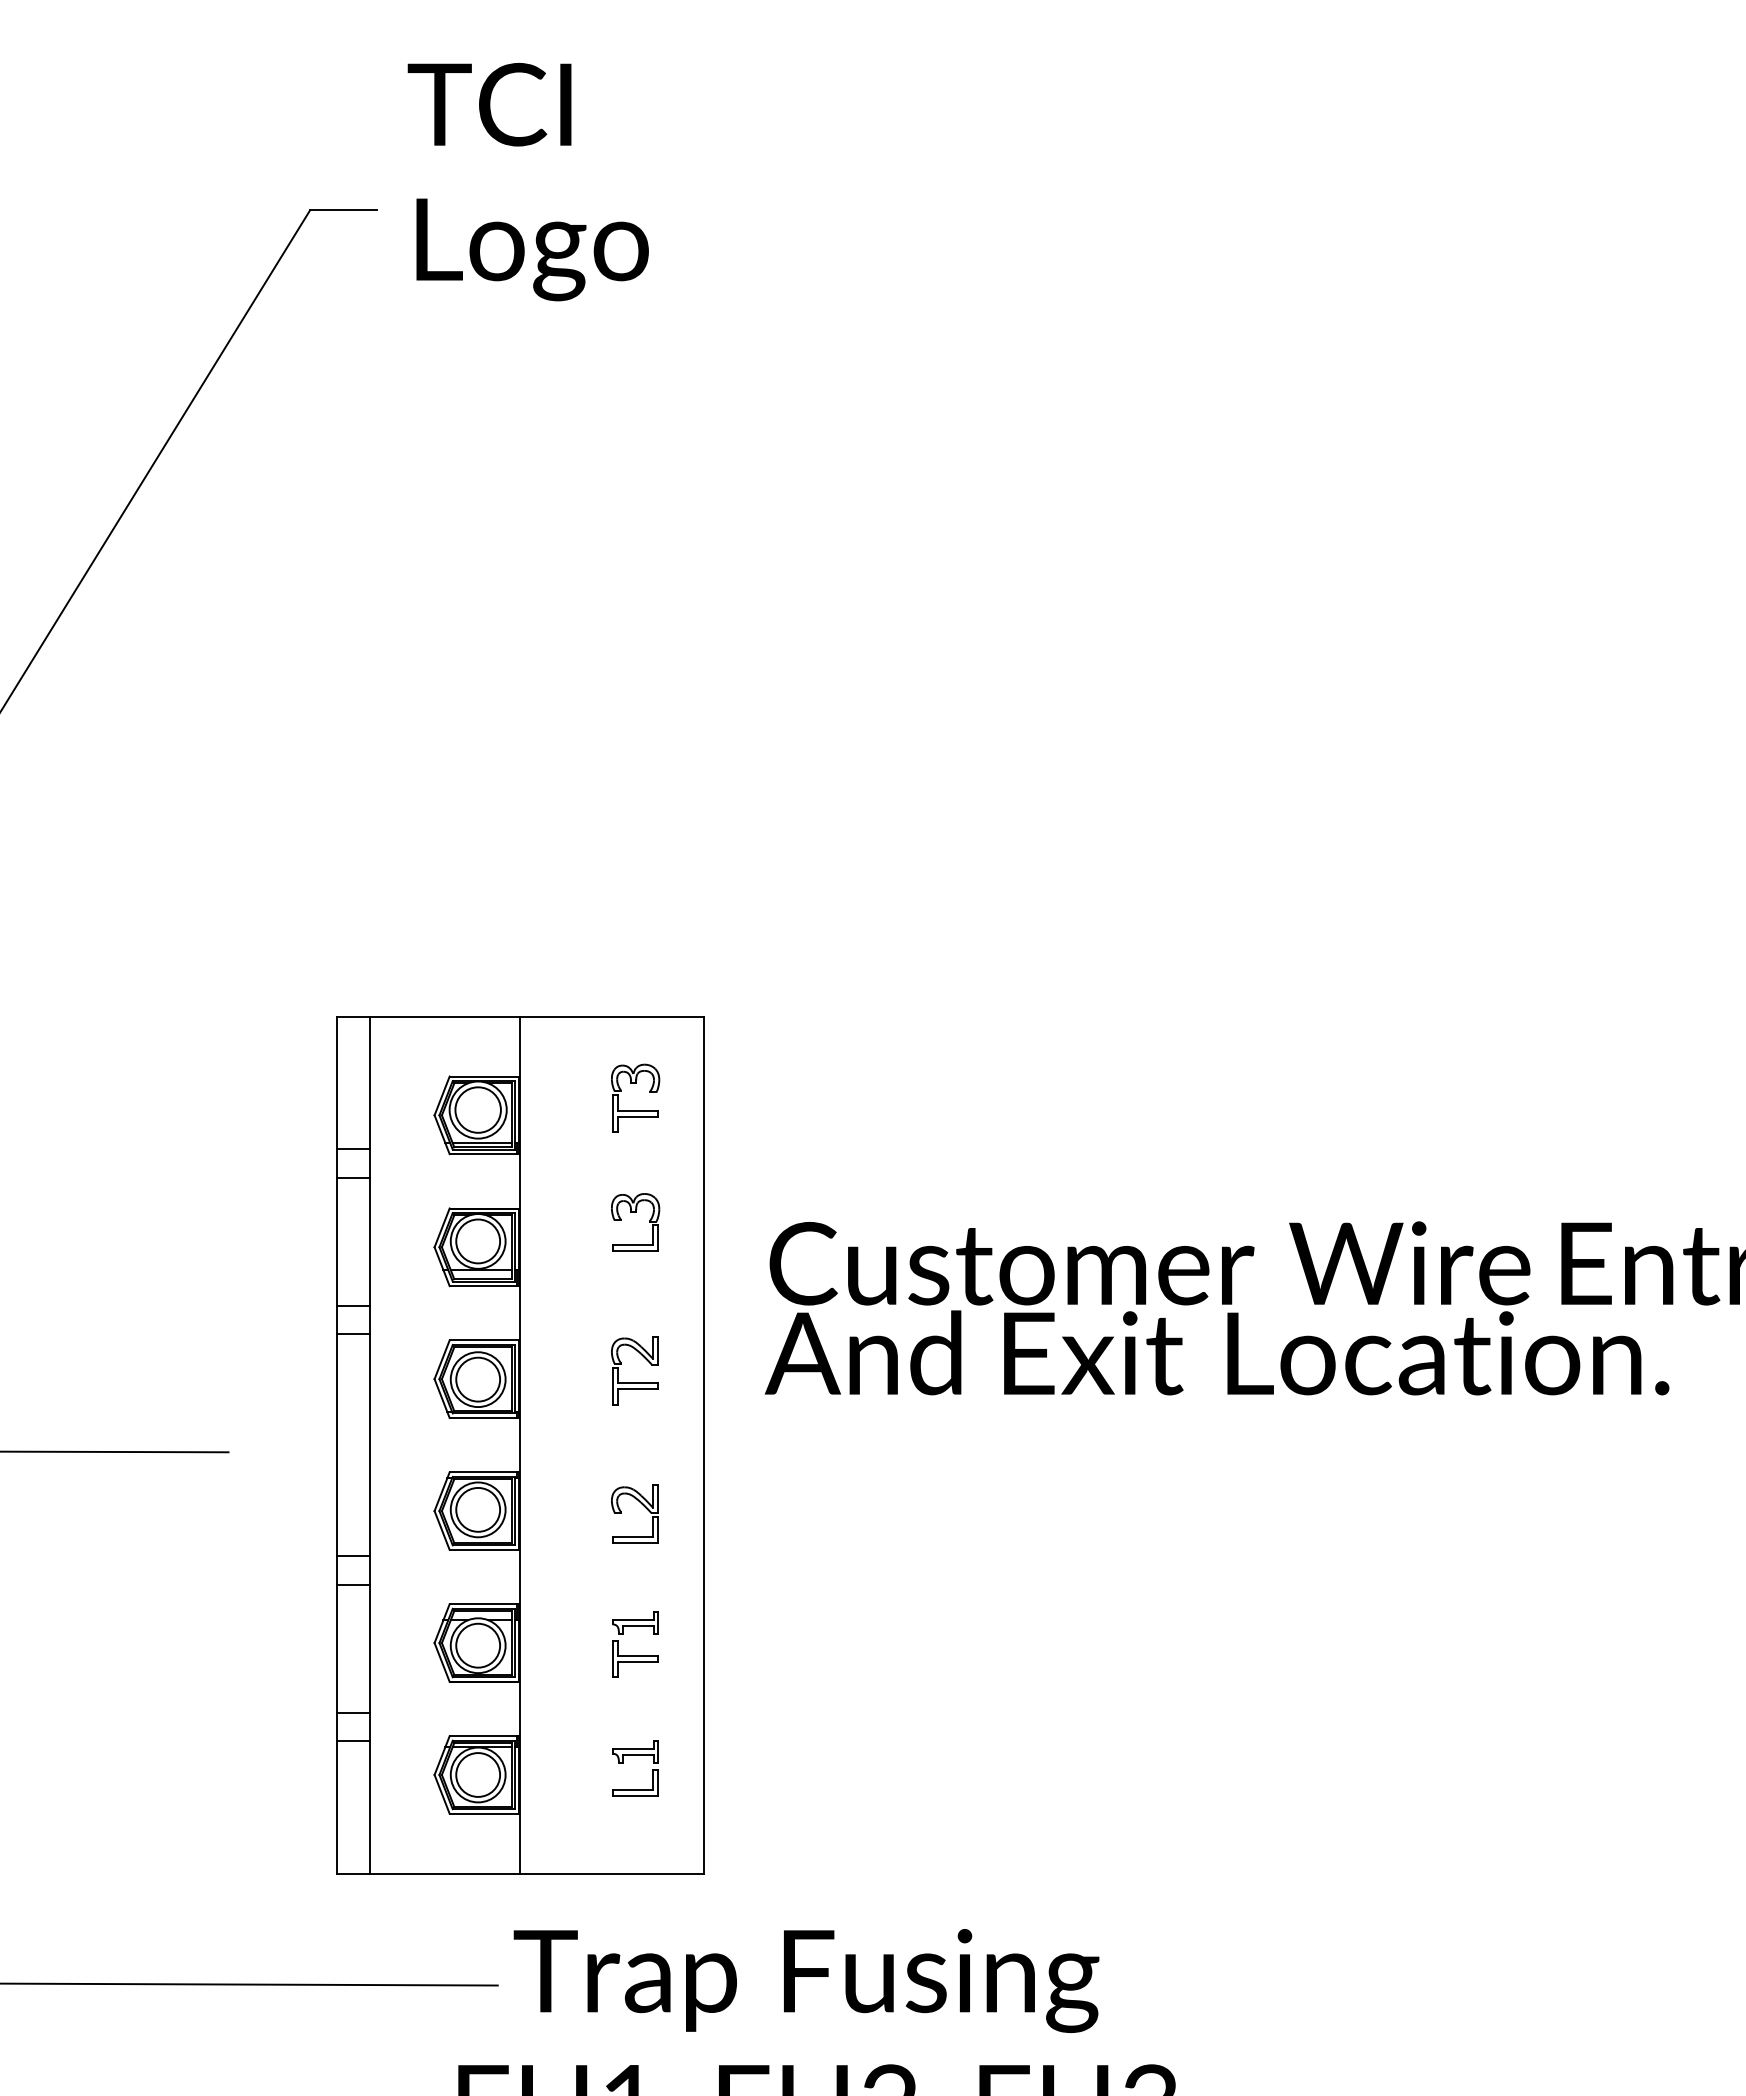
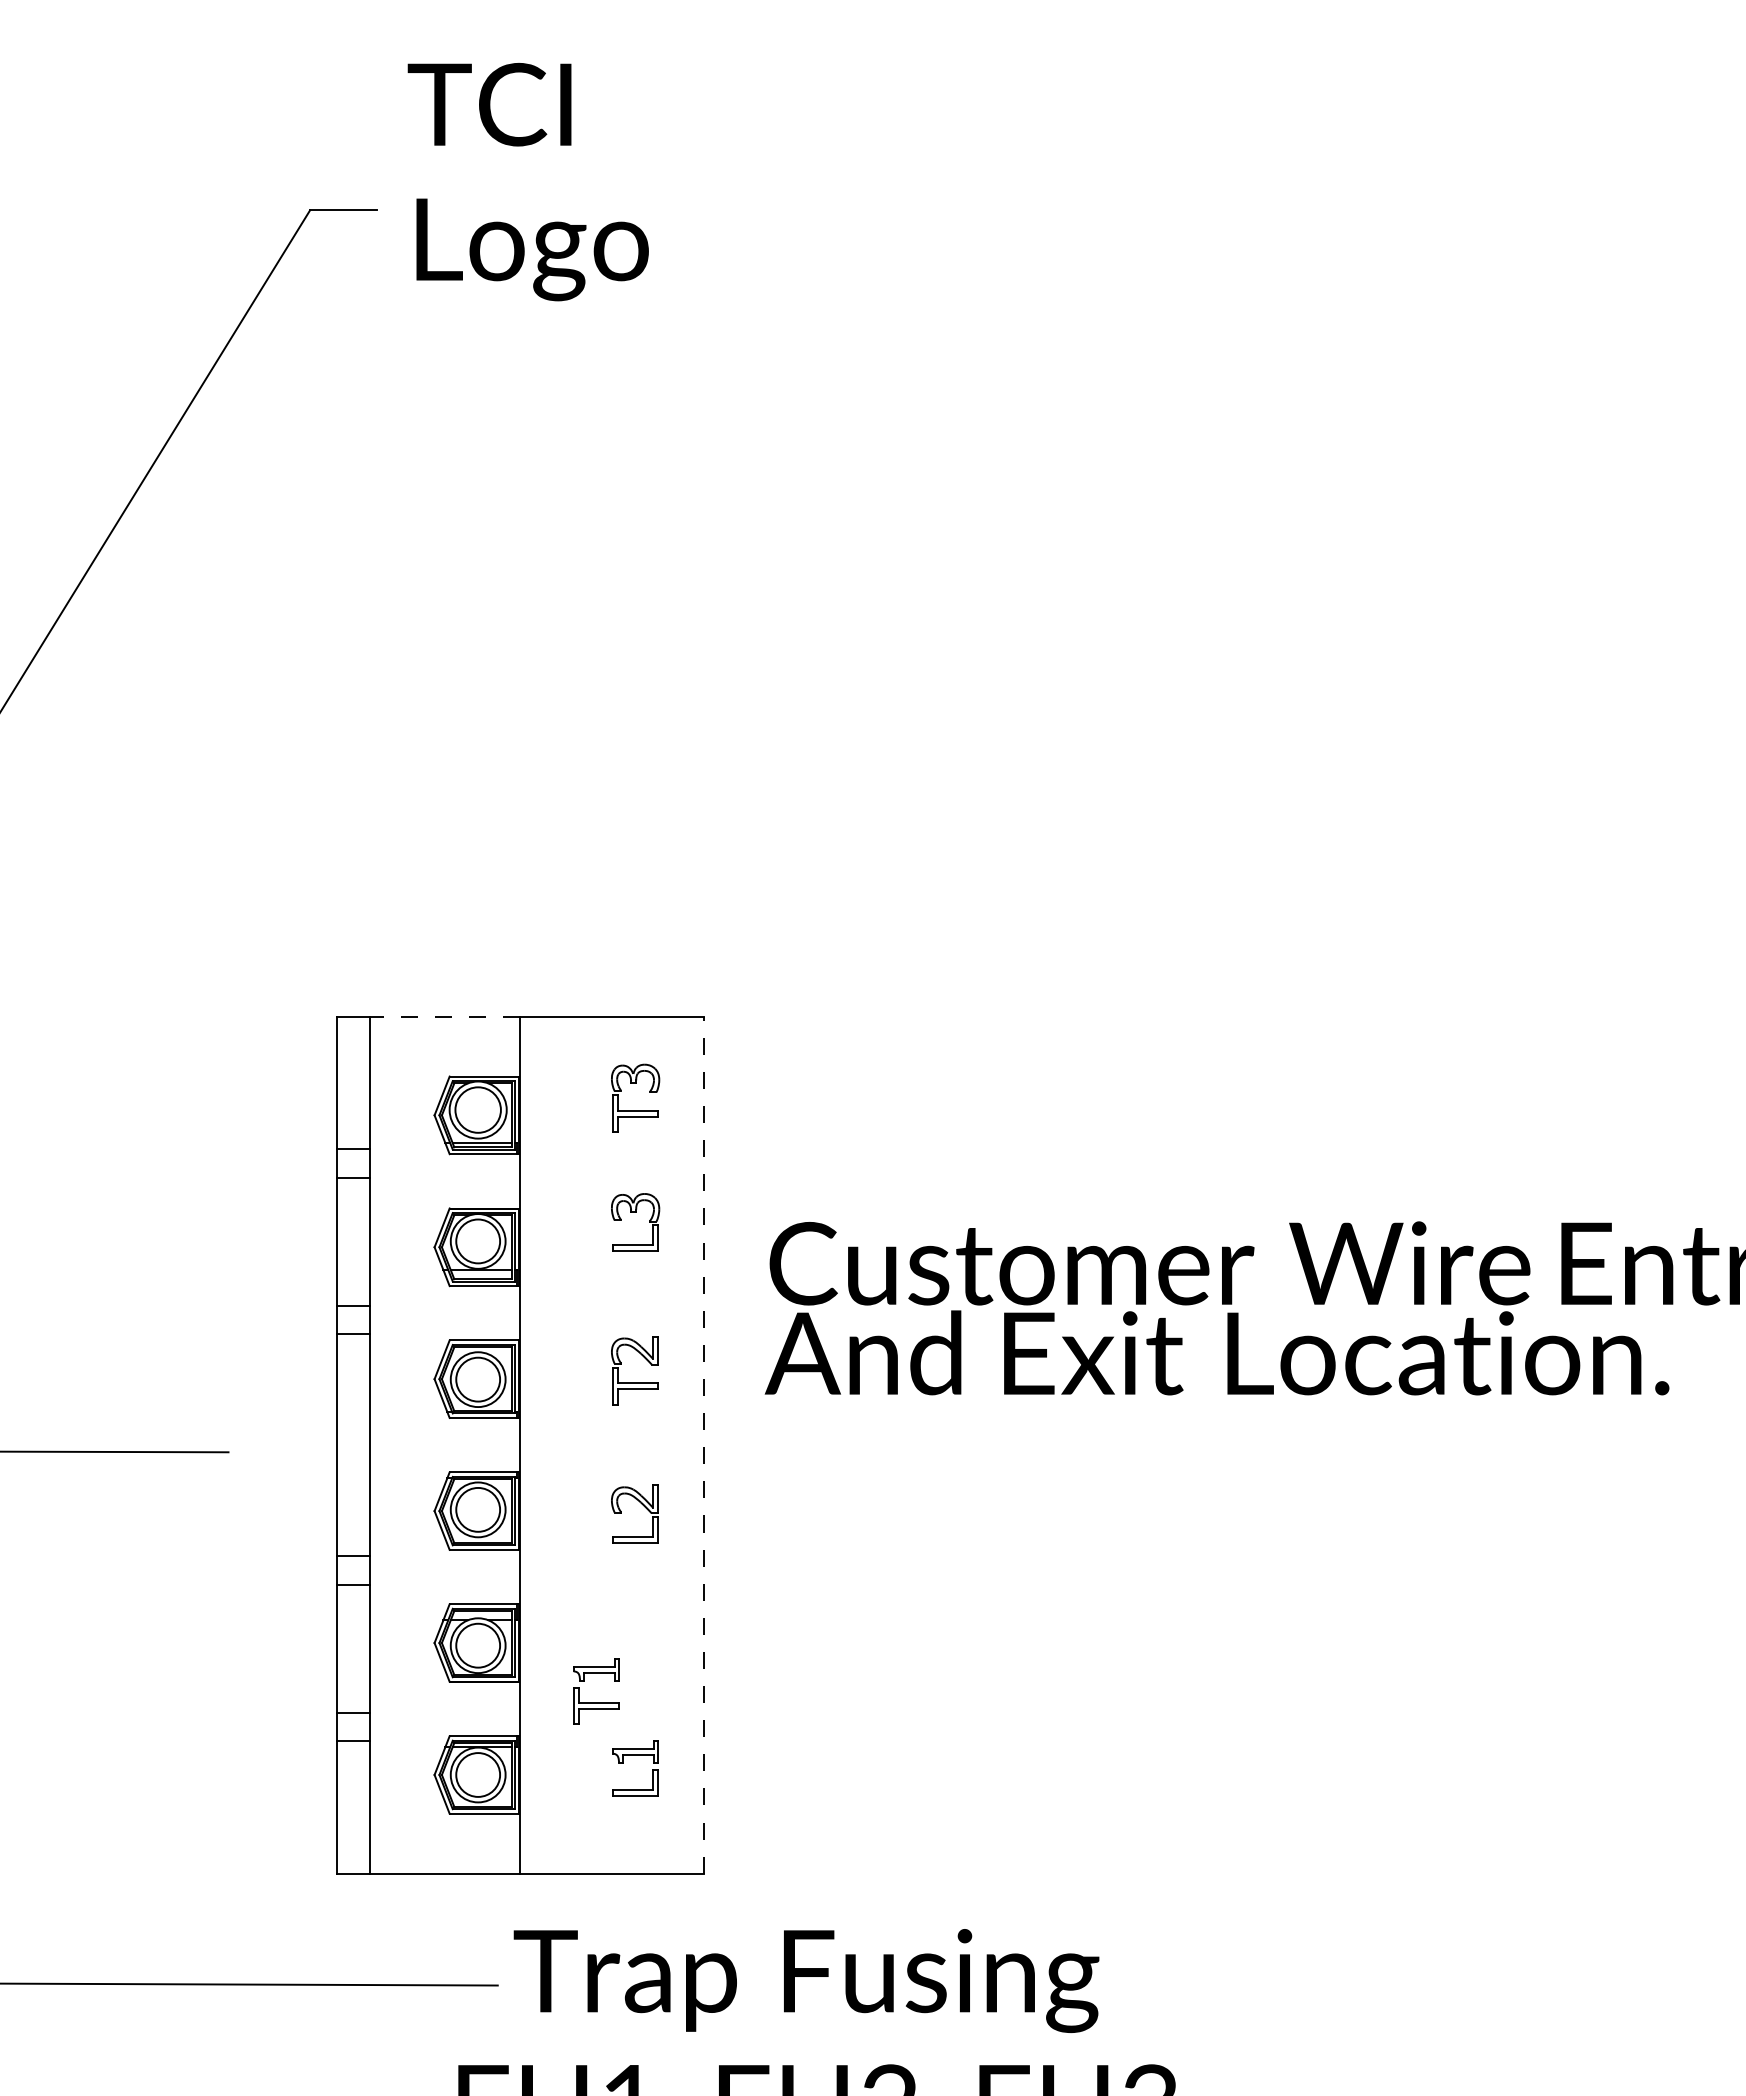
line at (444, 1016): solid -> dashed
line at (704, 1445): solid -> dashed
part at (635, 1655) position: (635, 1655) -> (596, 1702)
